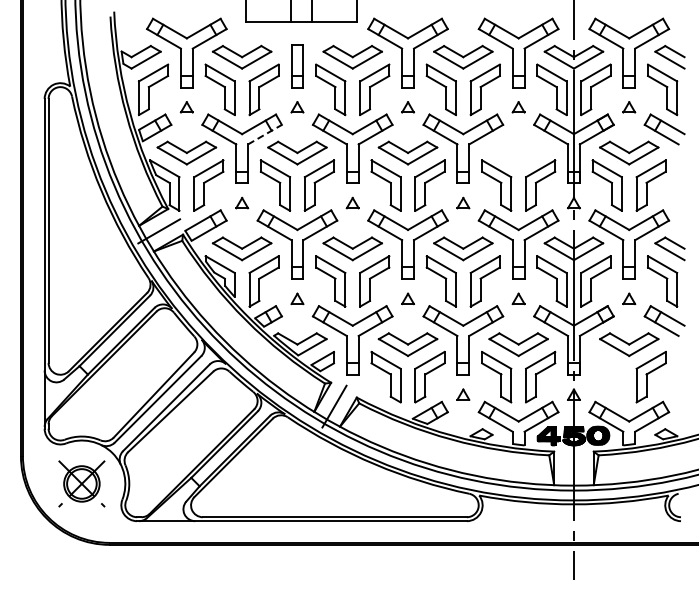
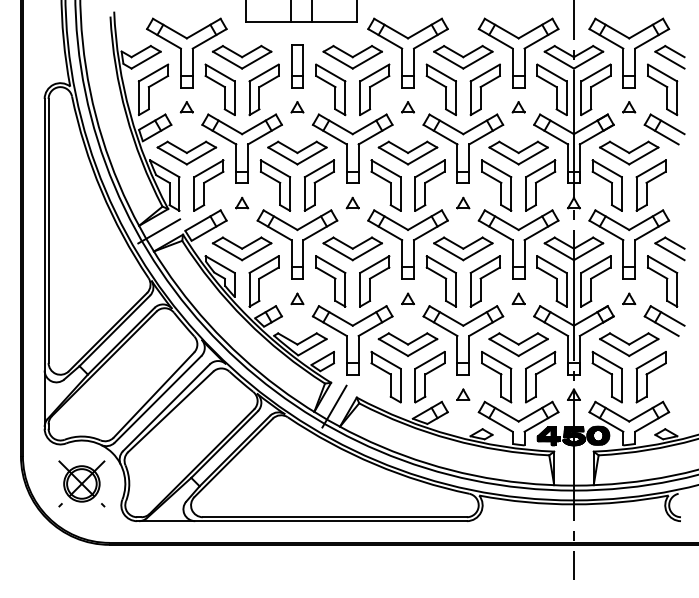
line at (264, 134): dashed -> solid
part at (518, 152): none -> present
part at (606, 376): none -> present
